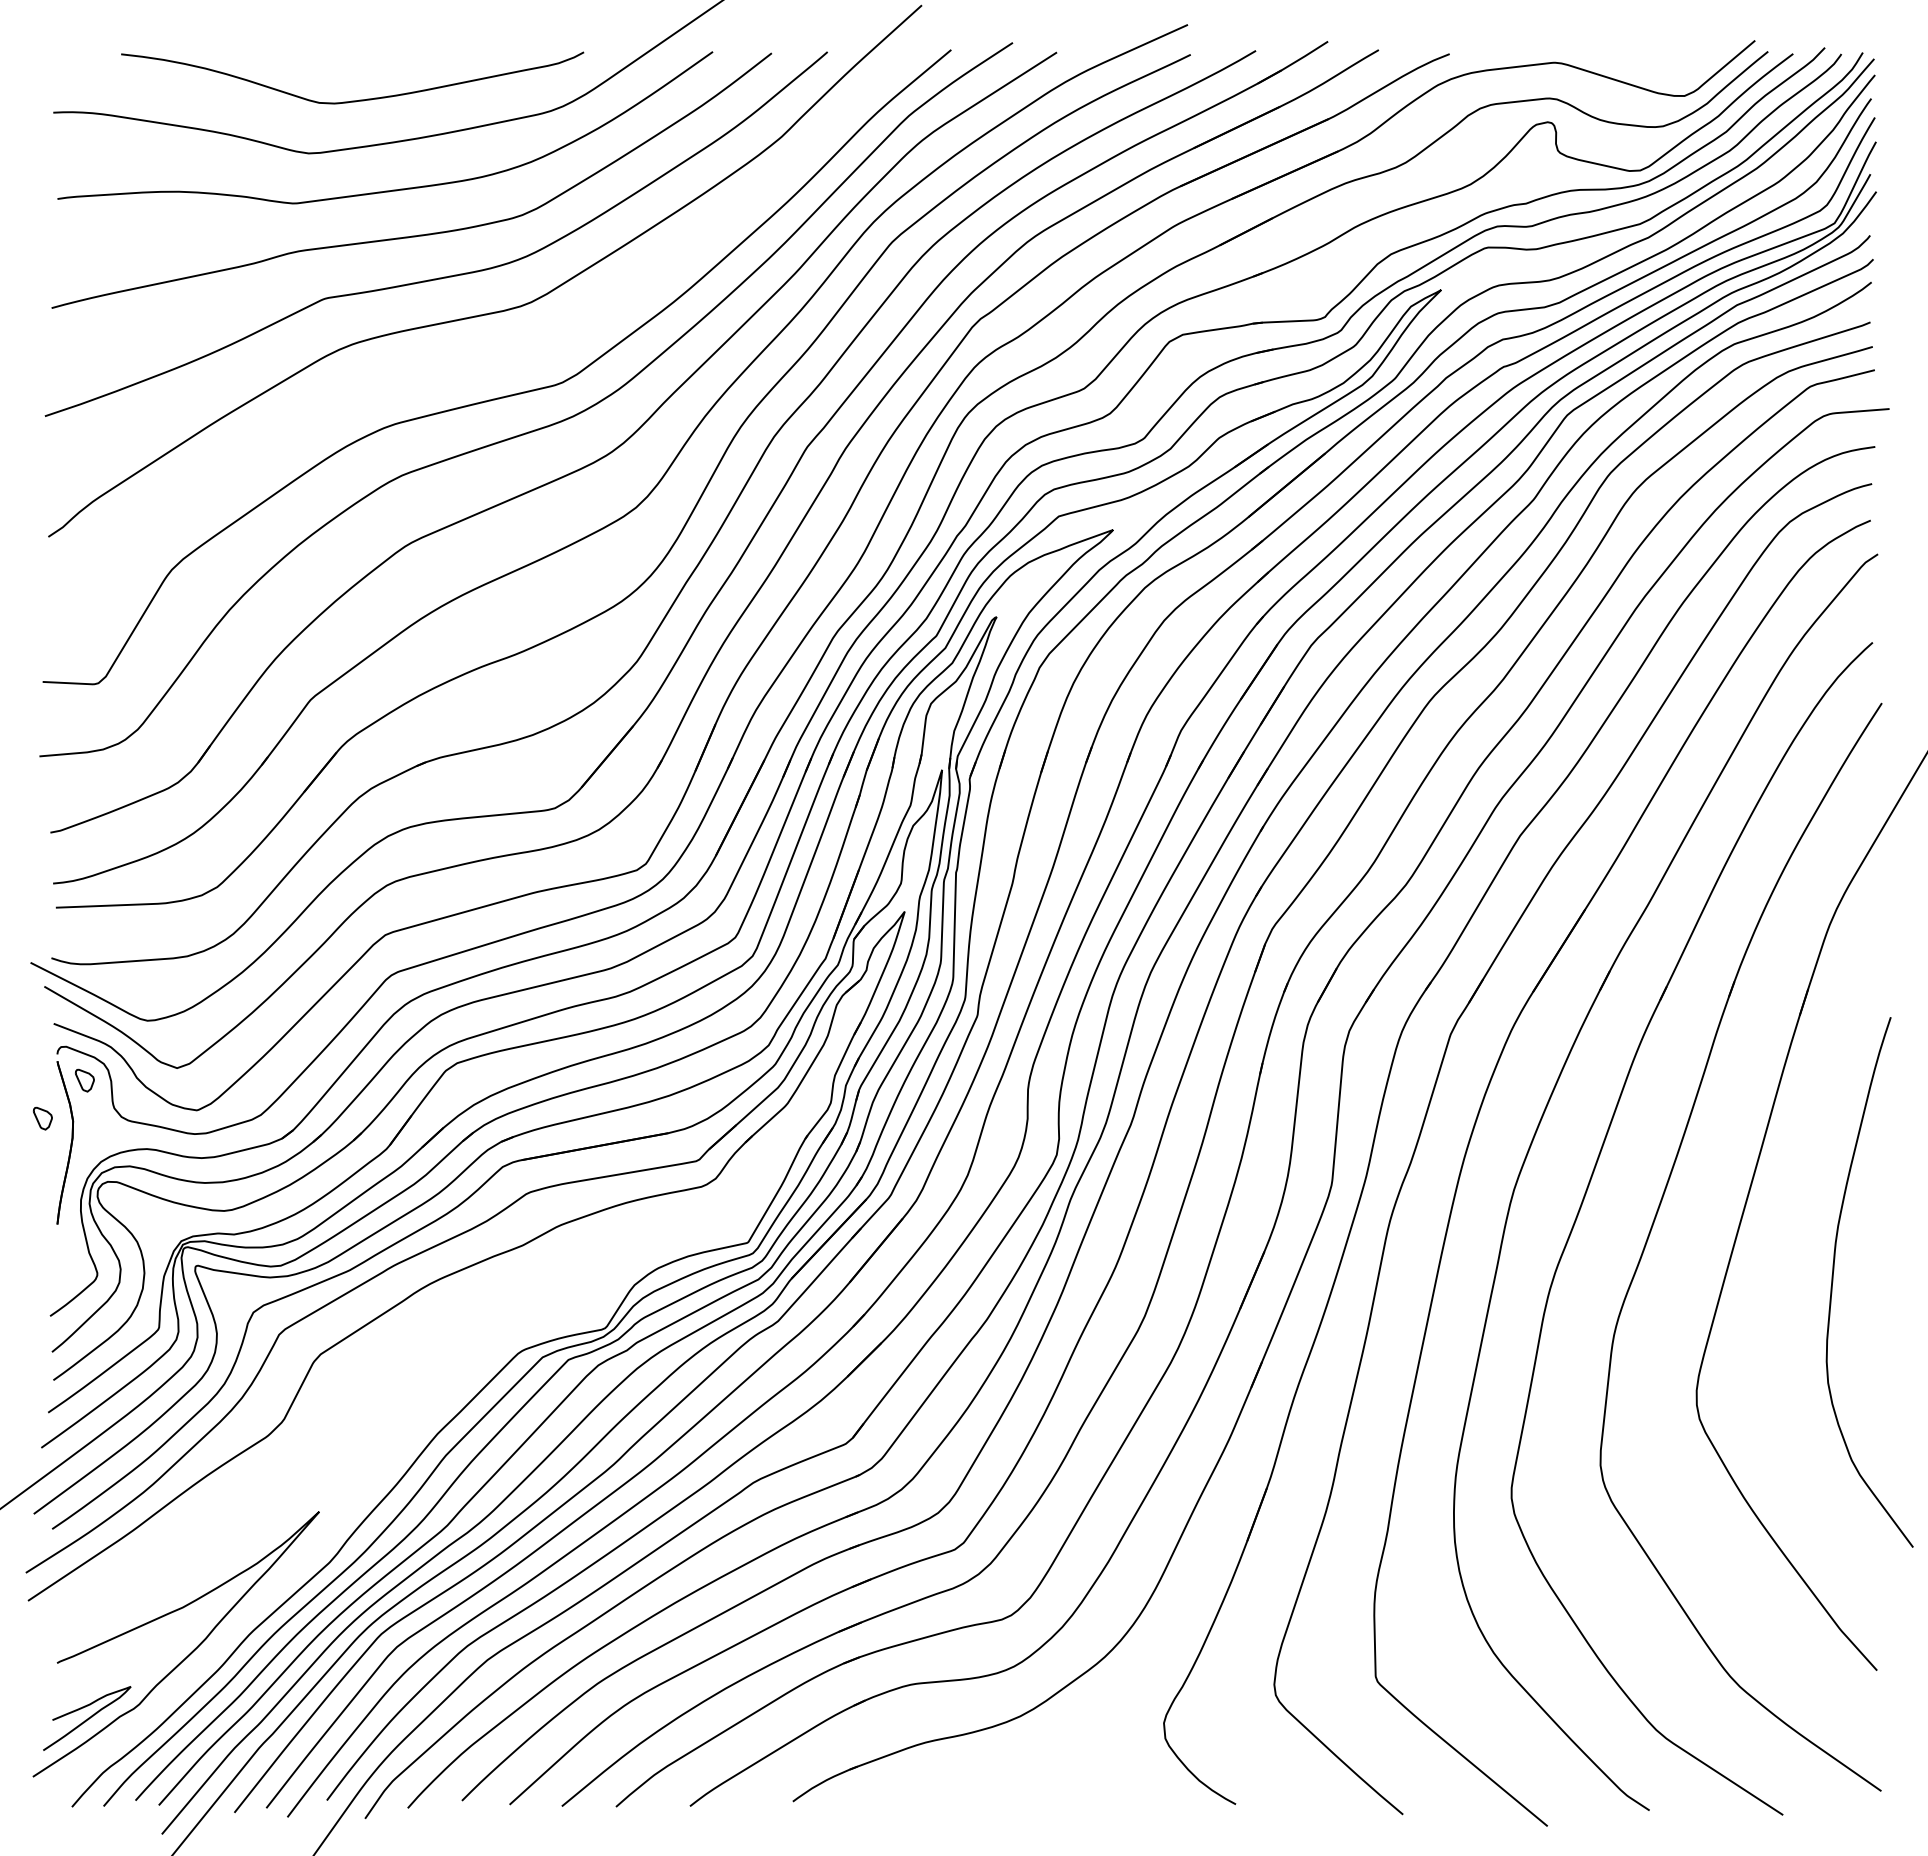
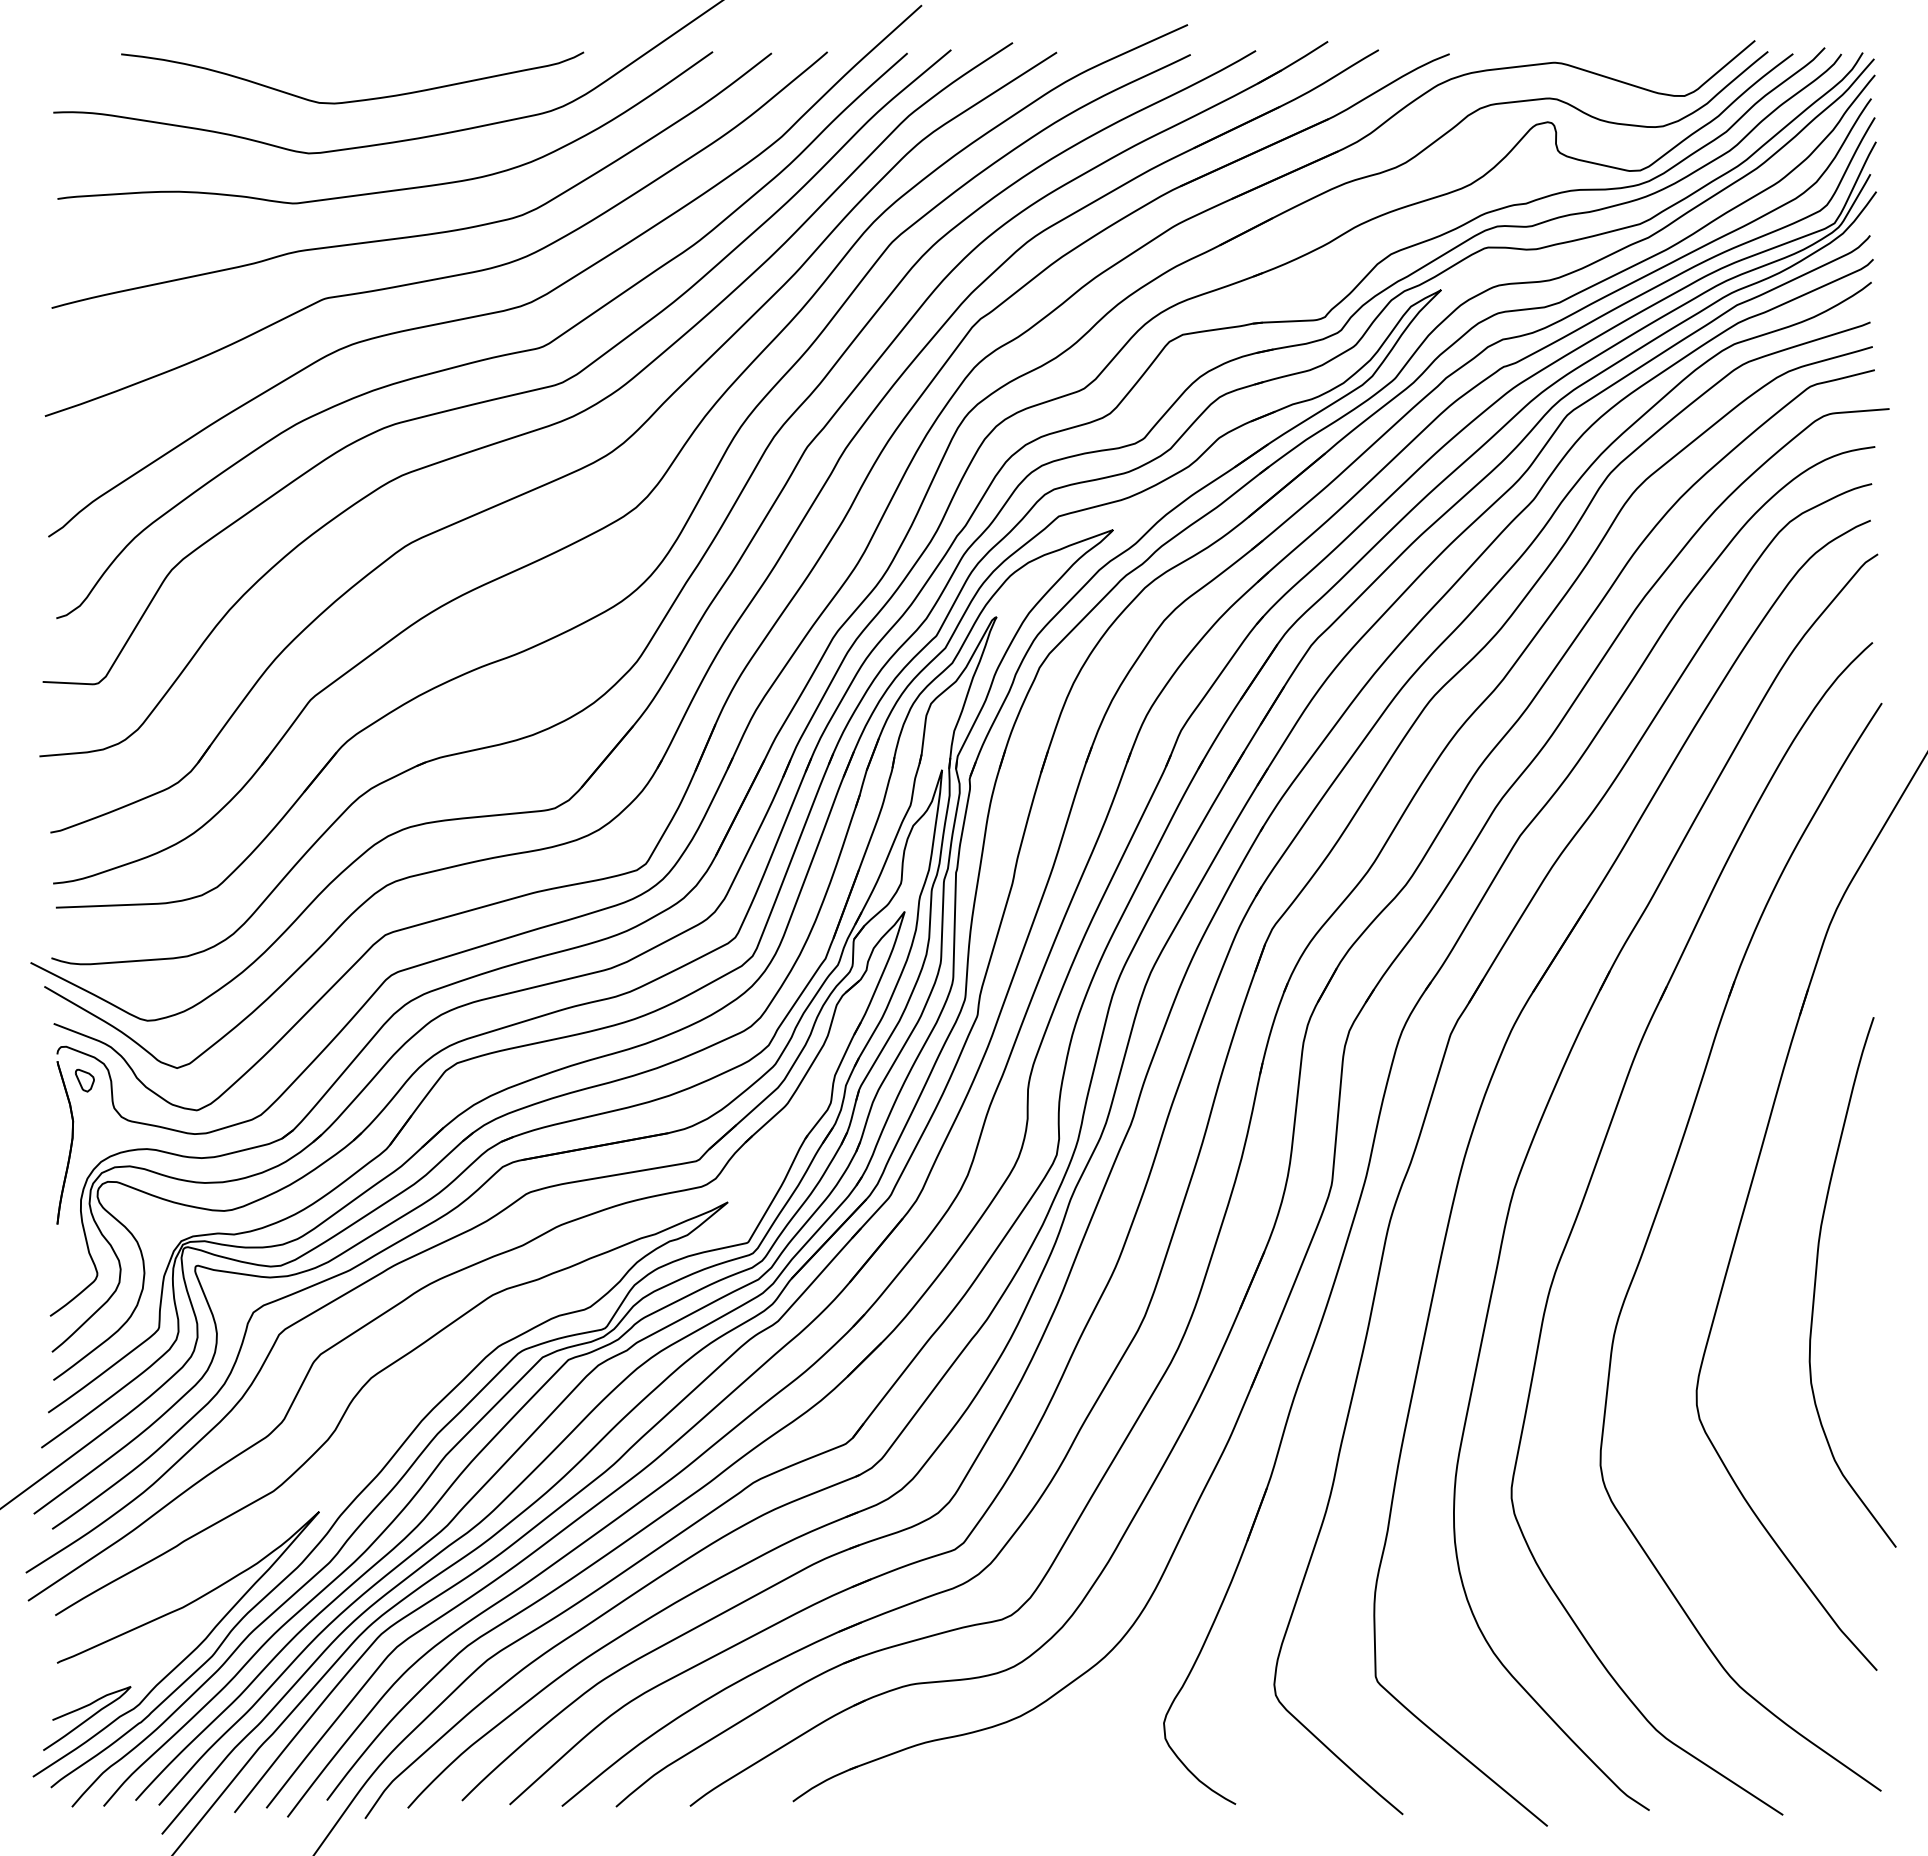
curve at (488, 357): none -> present
part at (42, 1118): present -> none
curve at (1833, 1282) position: (1833, 1282) -> (1816, 1282)
curve at (373, 1481): none -> present
